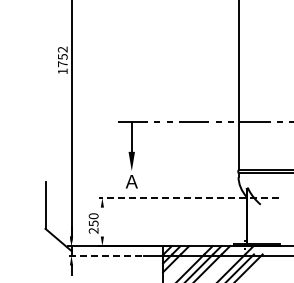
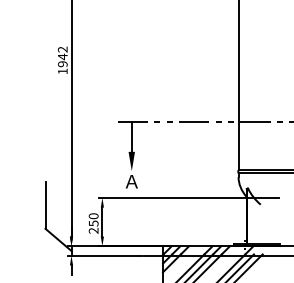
text at (62, 60): 1752 -> 1942
line at (188, 198): dashed -> solid
line at (102, 221): none -> present
line at (104, 255): dashed -> solid
